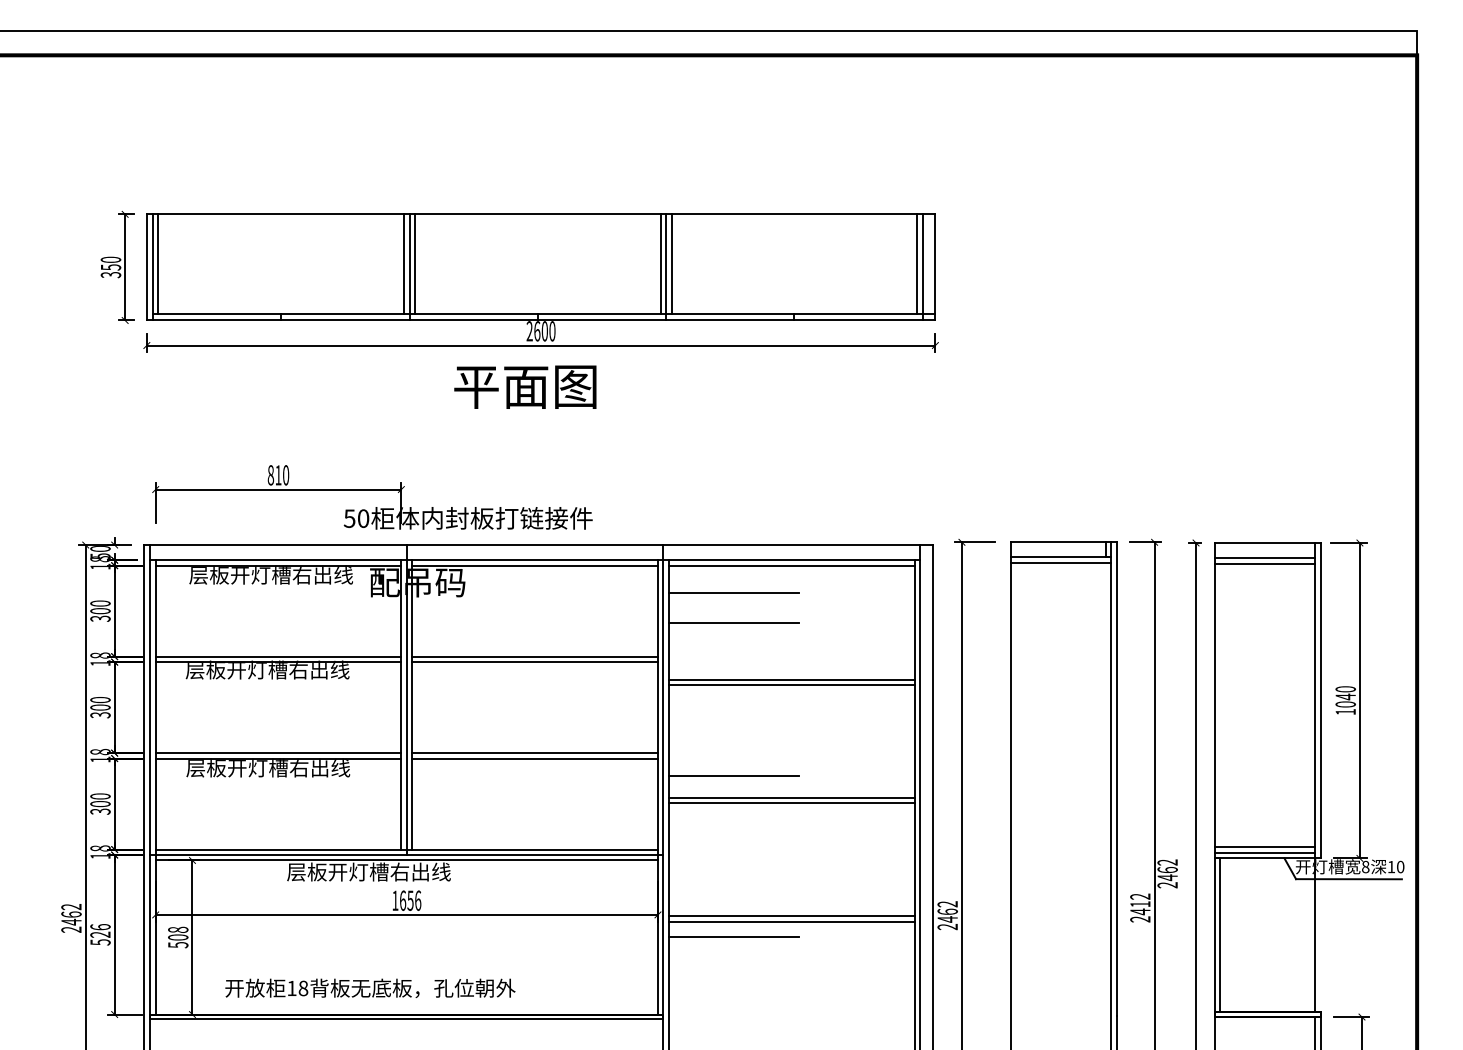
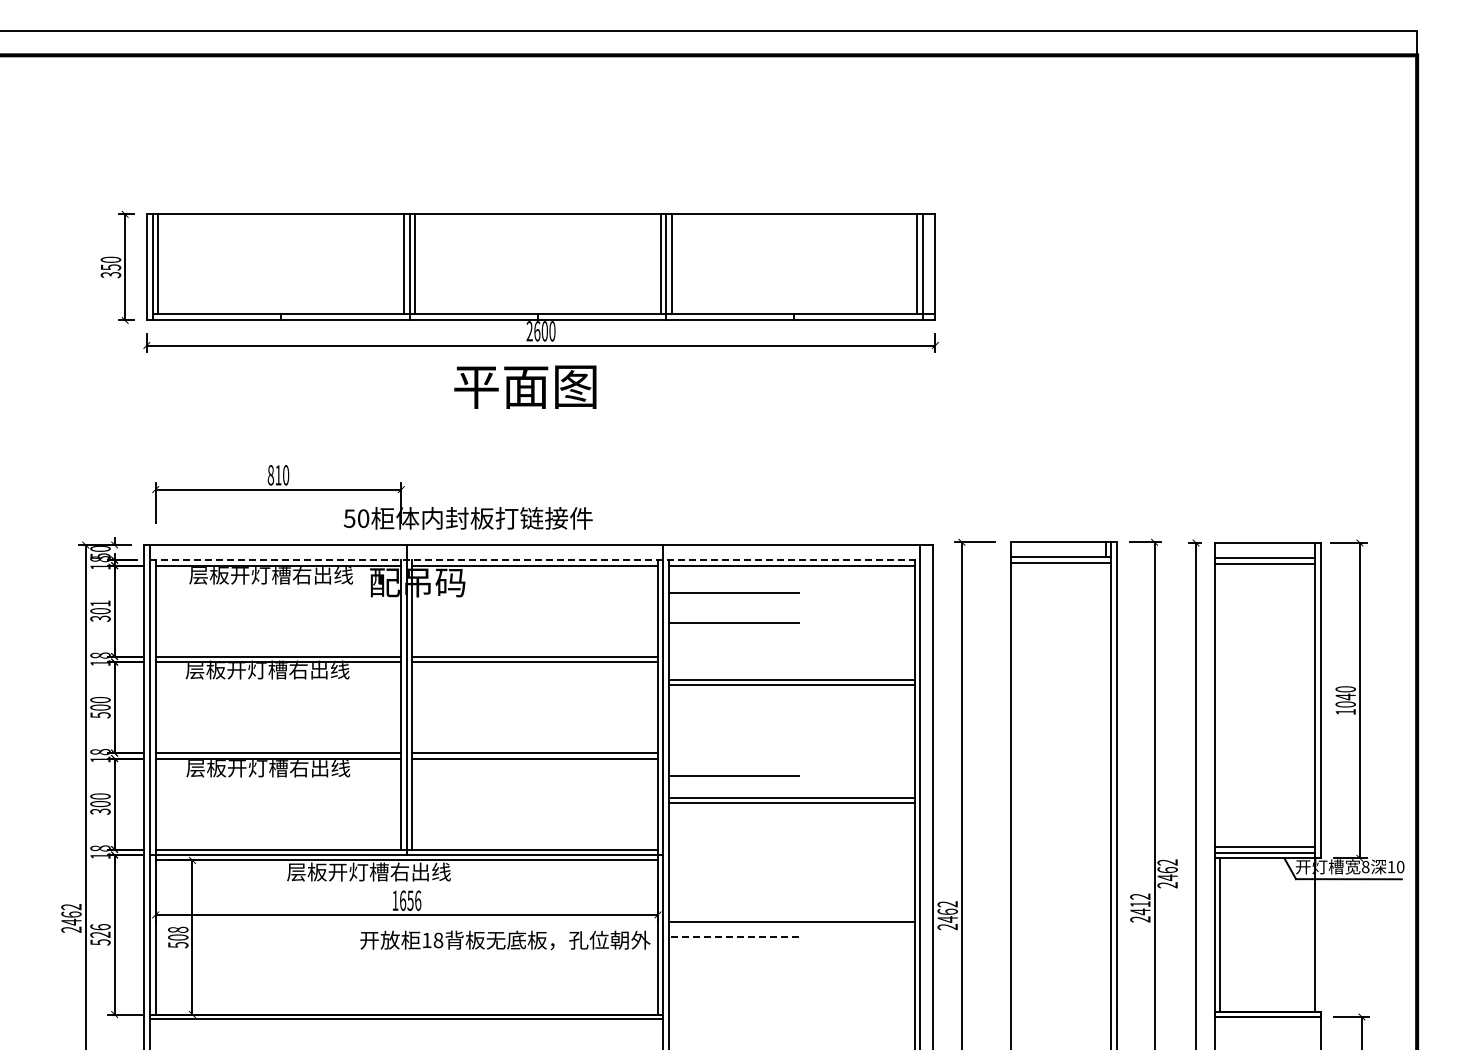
line at (535, 560): solid -> dashed
text at (100, 603): 300 -> 301
text at (99, 714): 300 -> 500
line at (791, 916): present -> none
line at (733, 936): solid -> dashed
text at (370, 987) position: (370, 987) -> (505, 939)
line at (1314, 1031): present -> none
